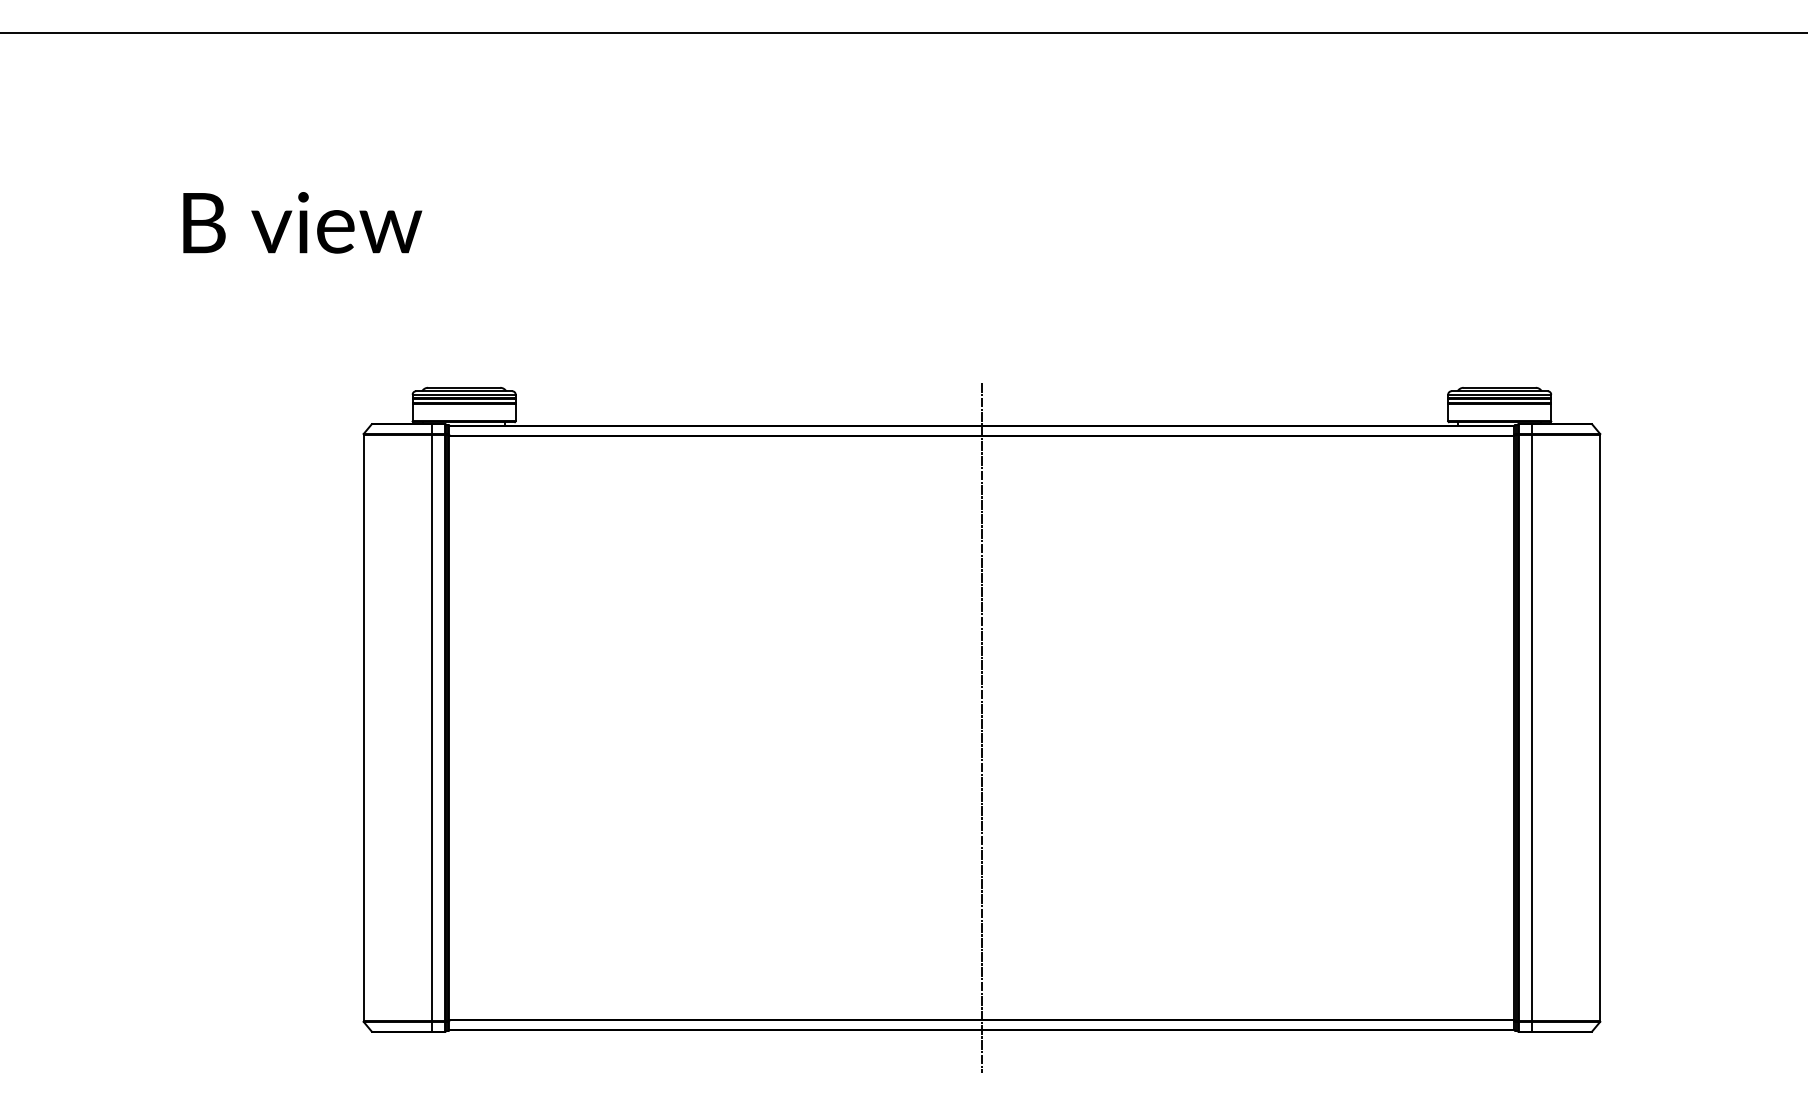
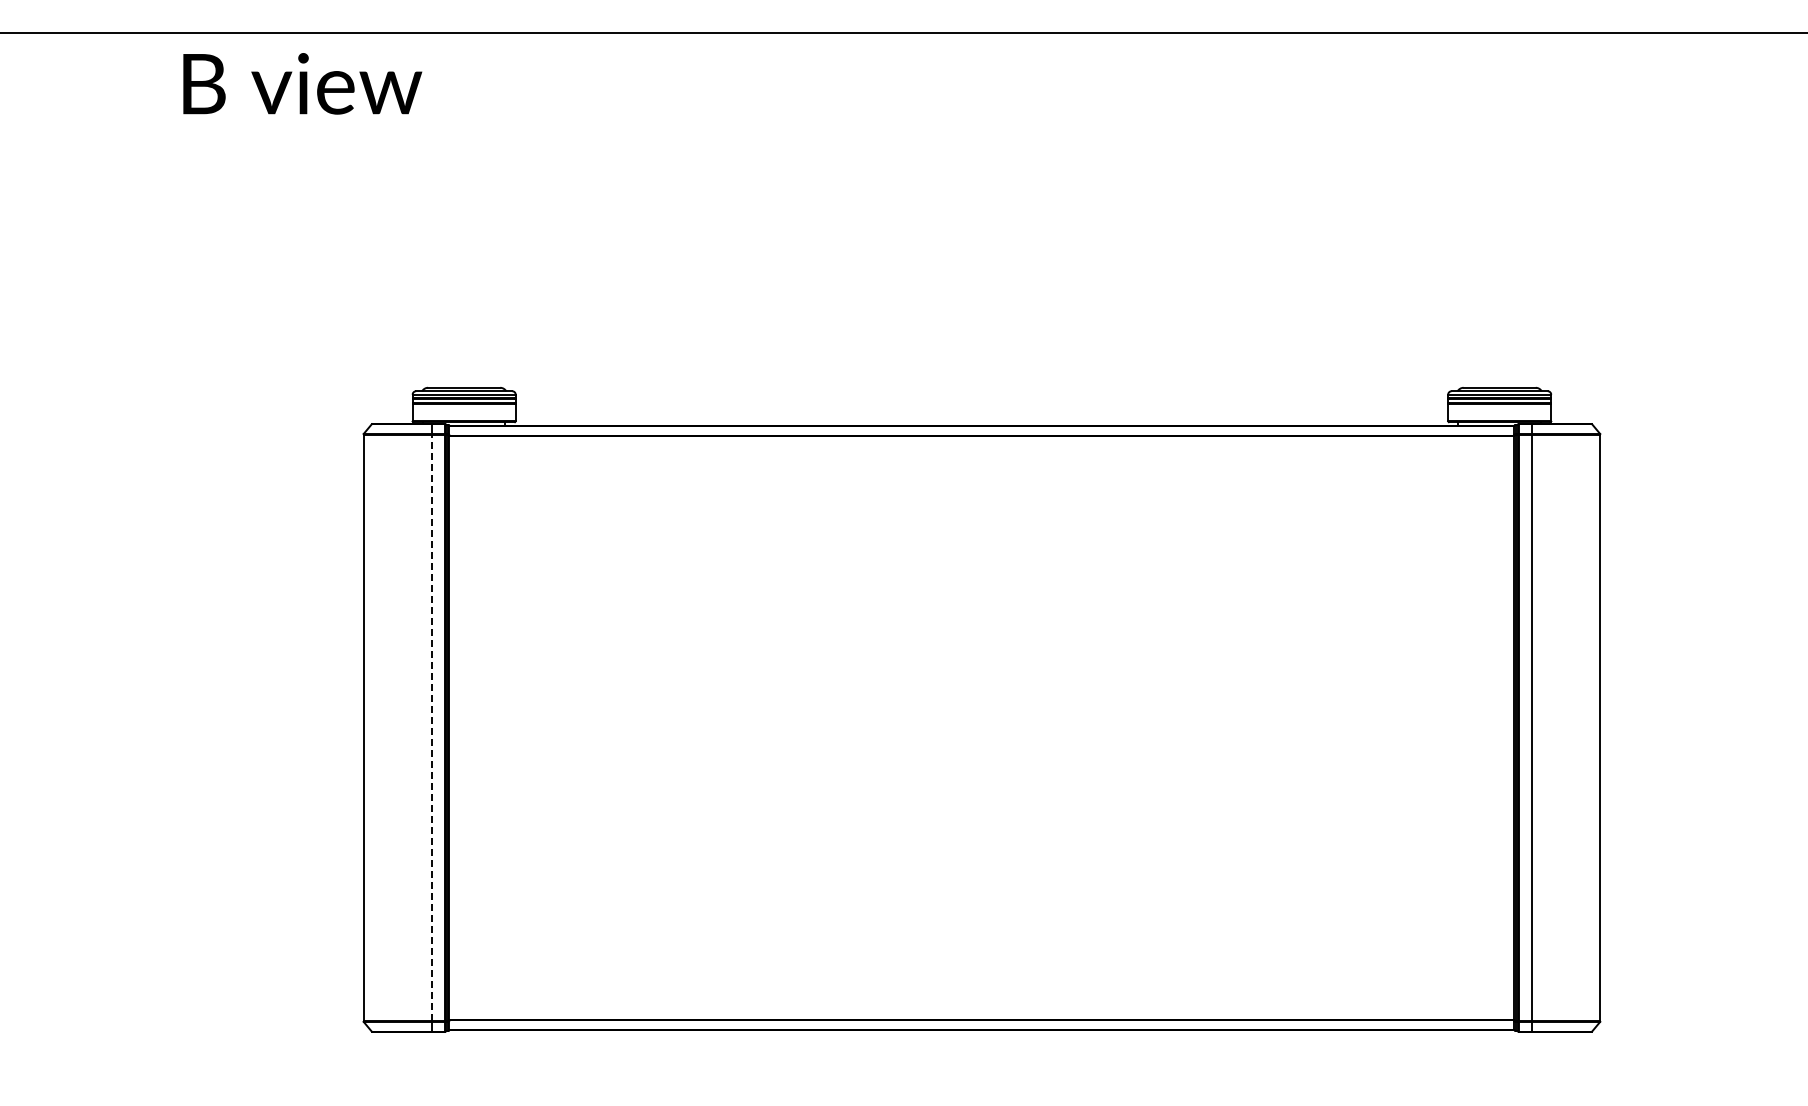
text at (302, 222) position: (302, 222) -> (302, 83)
line at (432, 727): solid -> dashed
line at (981, 727): present -> none
